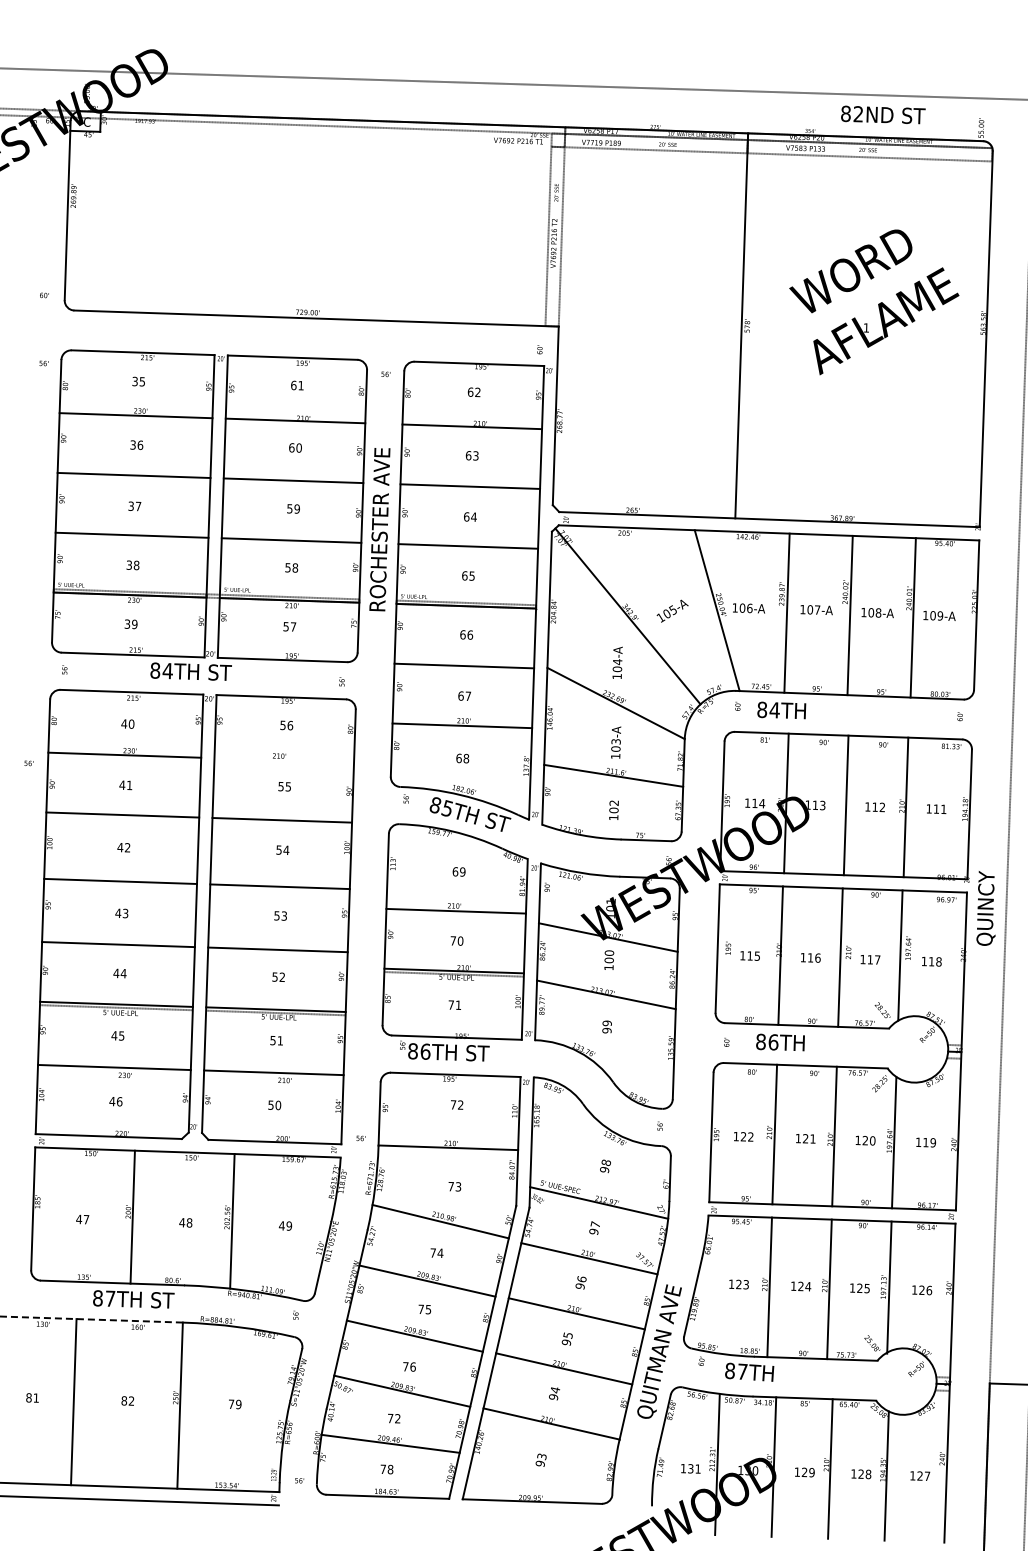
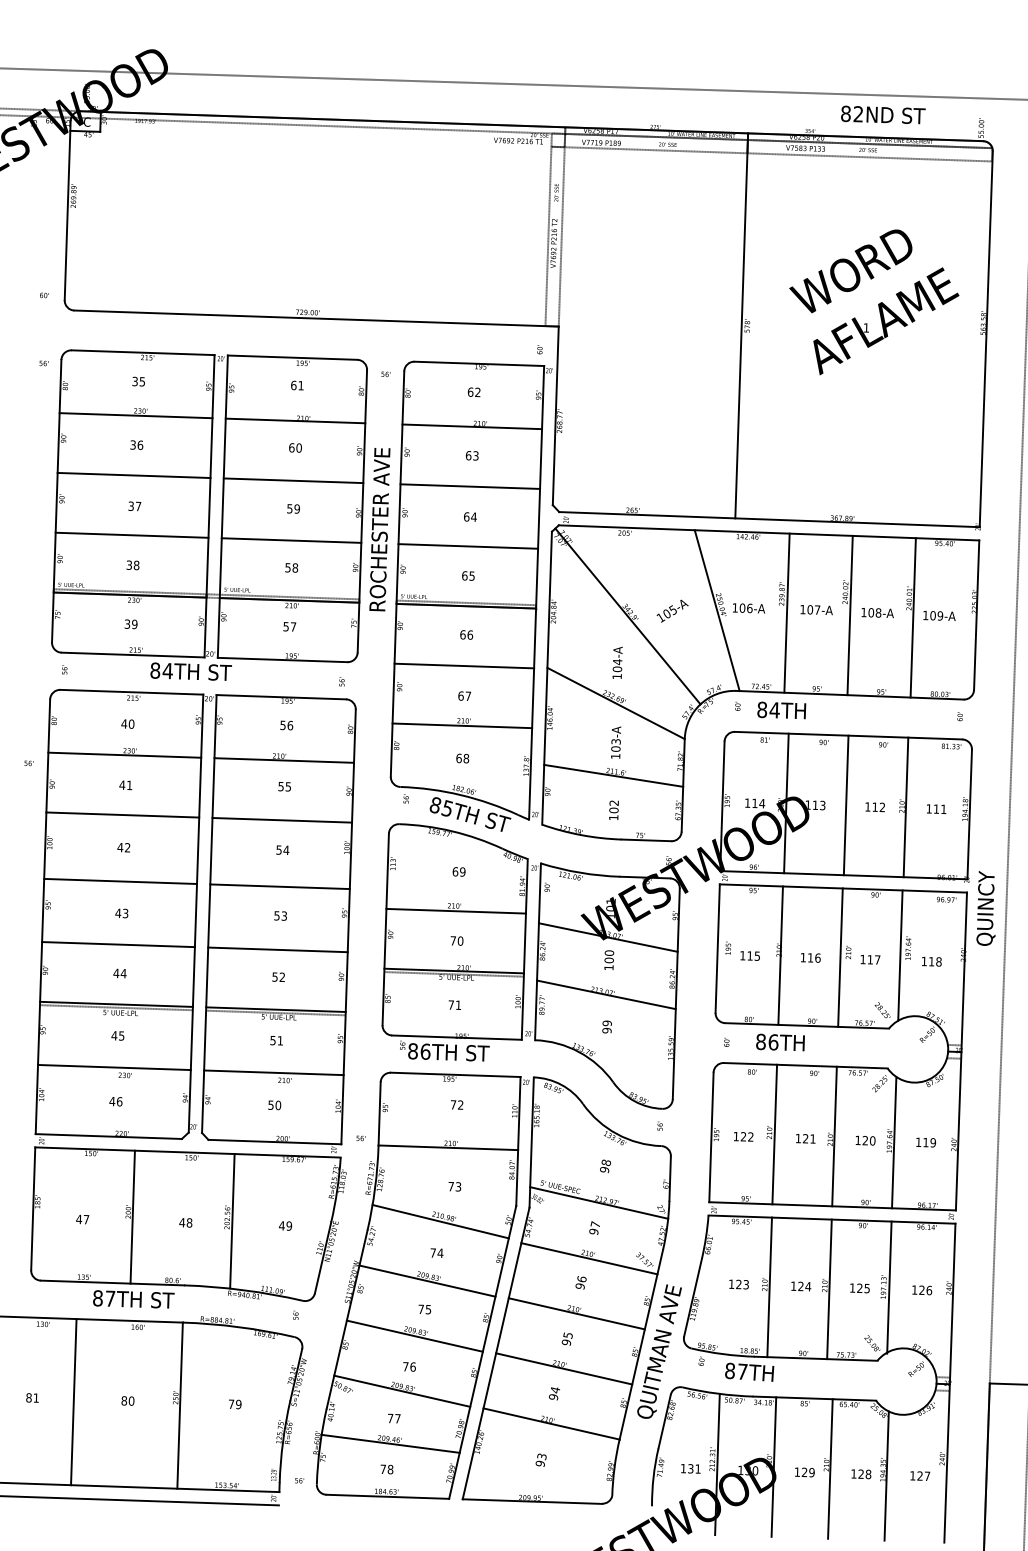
line at (284, 760): none -> present
line at (90, 1319): dashed -> solid
text at (131, 1400): 82 -> 80
text at (397, 1418): 72 -> 77
